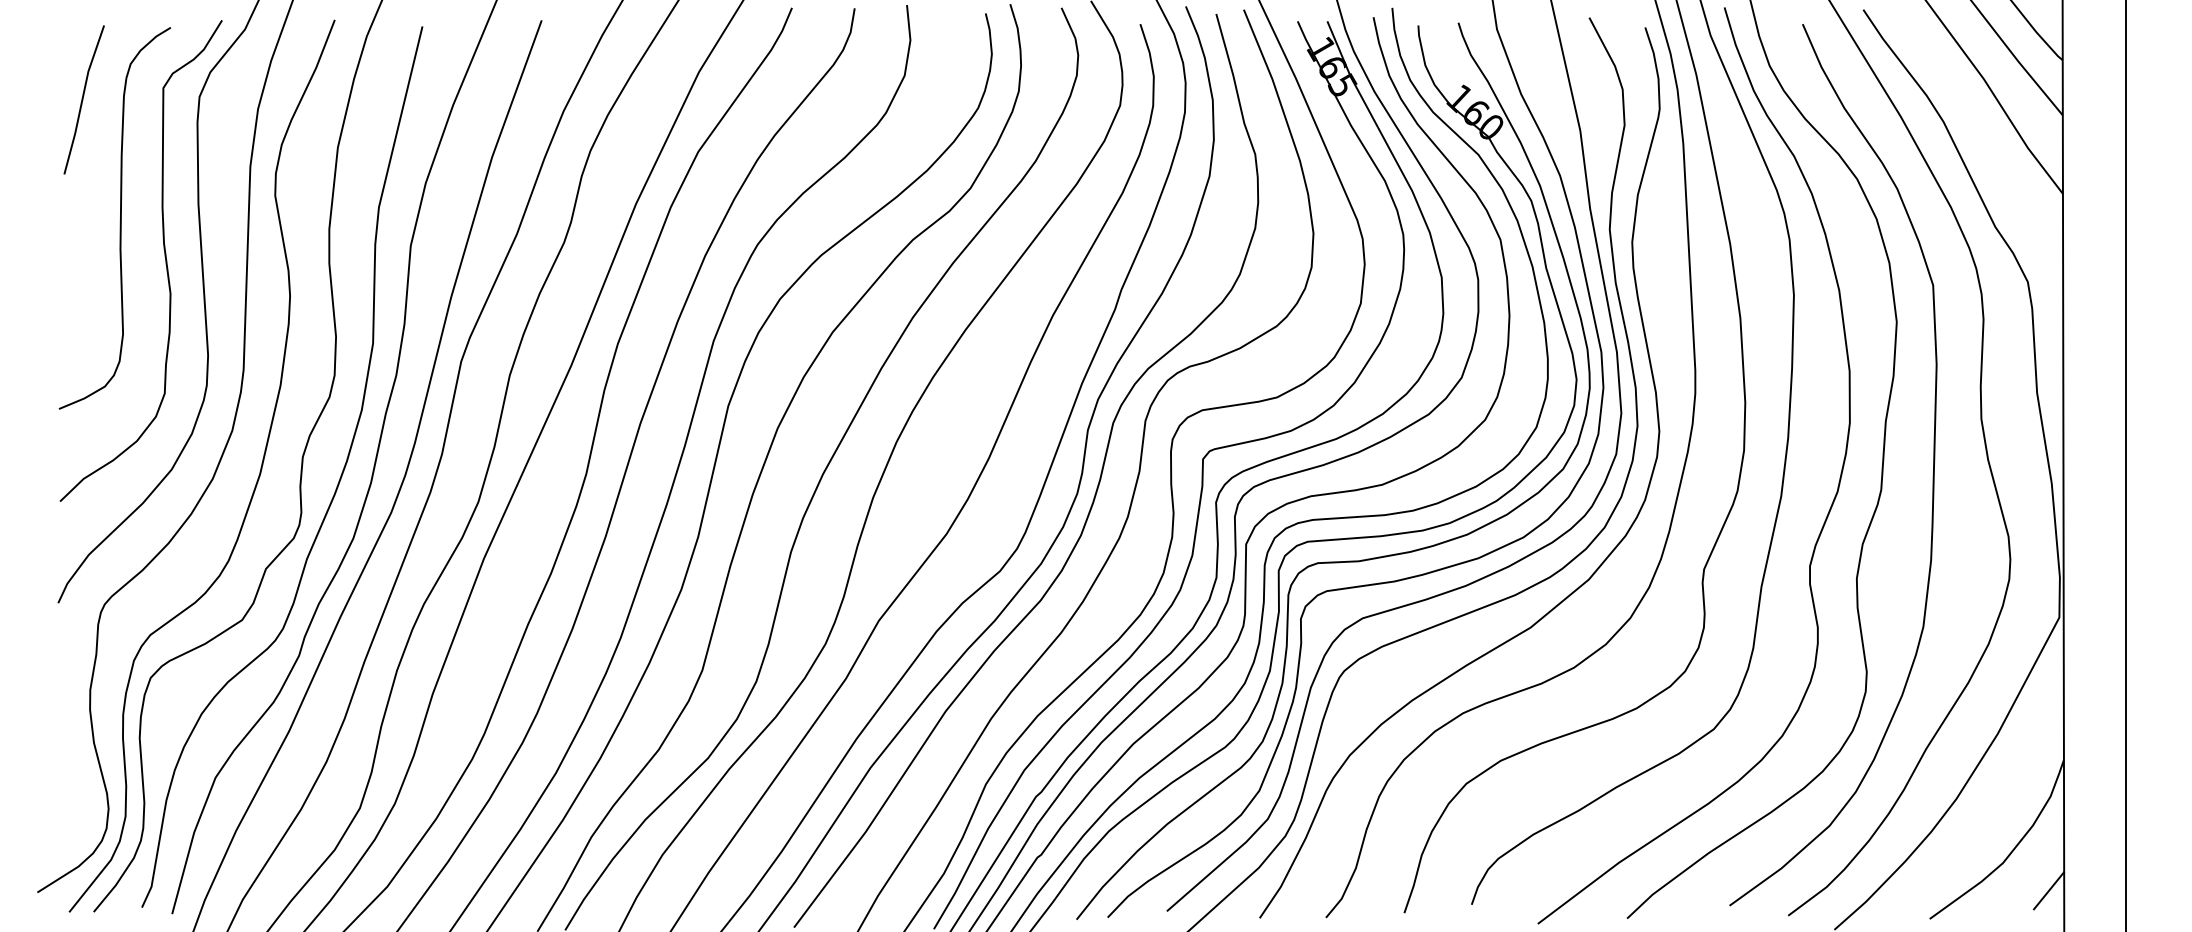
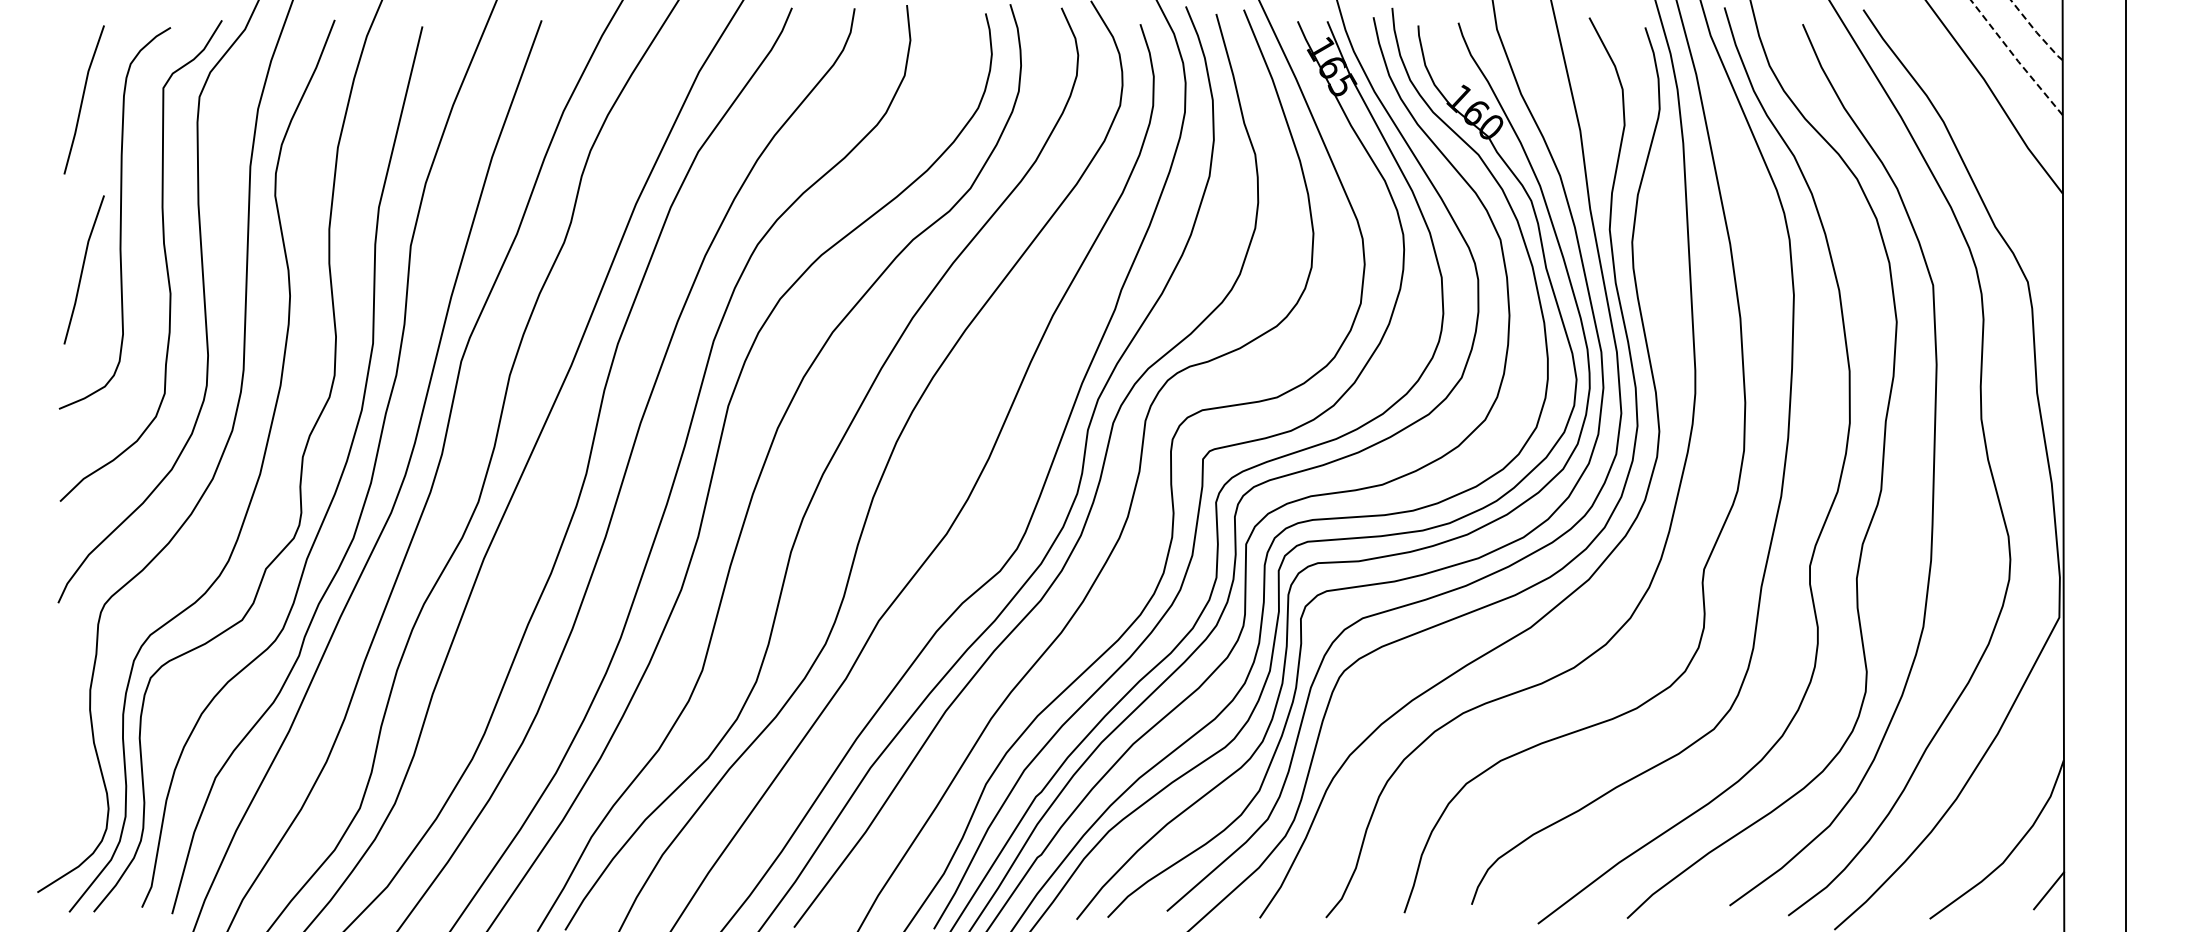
line at (2036, 32): solid -> dashed
line at (2016, 58): solid -> dashed
line at (83, 269): none -> present
